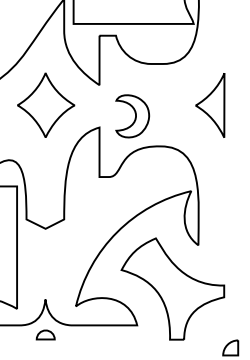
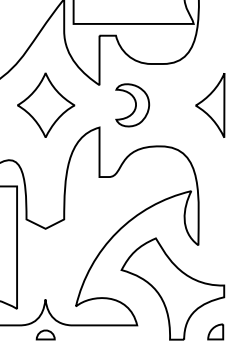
part at (132, 116) position: (132, 116) -> (132, 105)
part at (230, 347) position: (230, 347) -> (215, 331)
